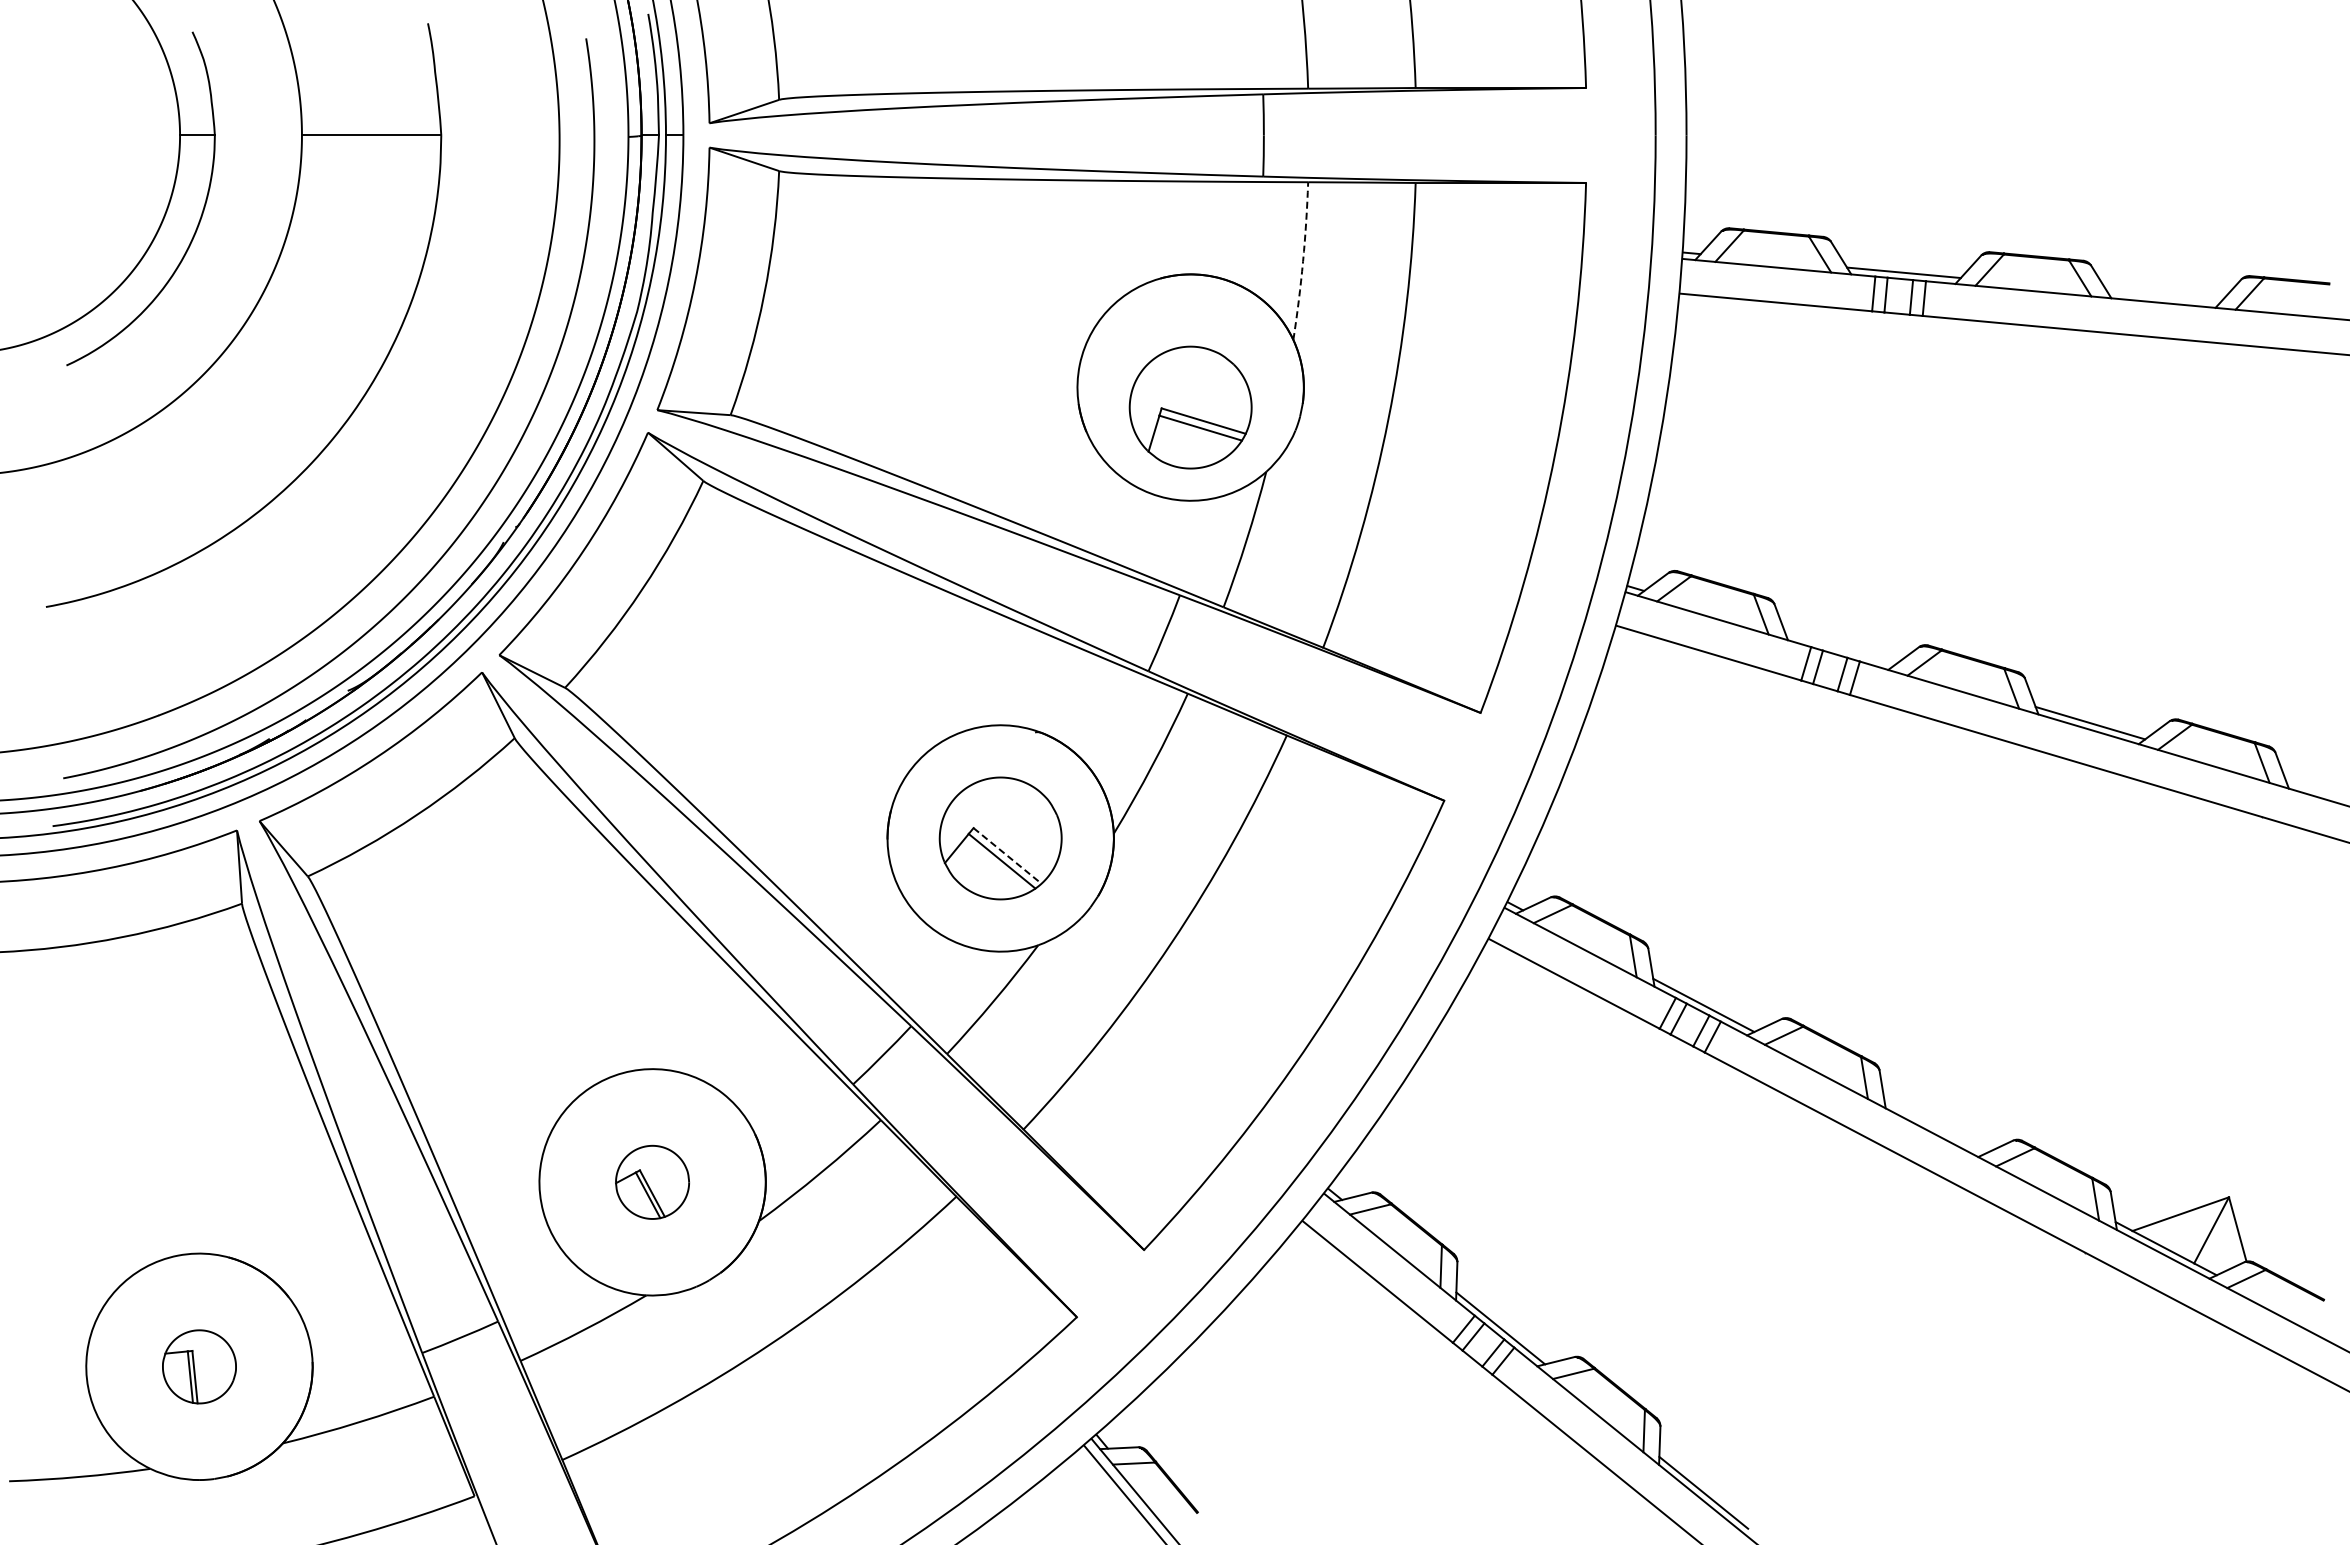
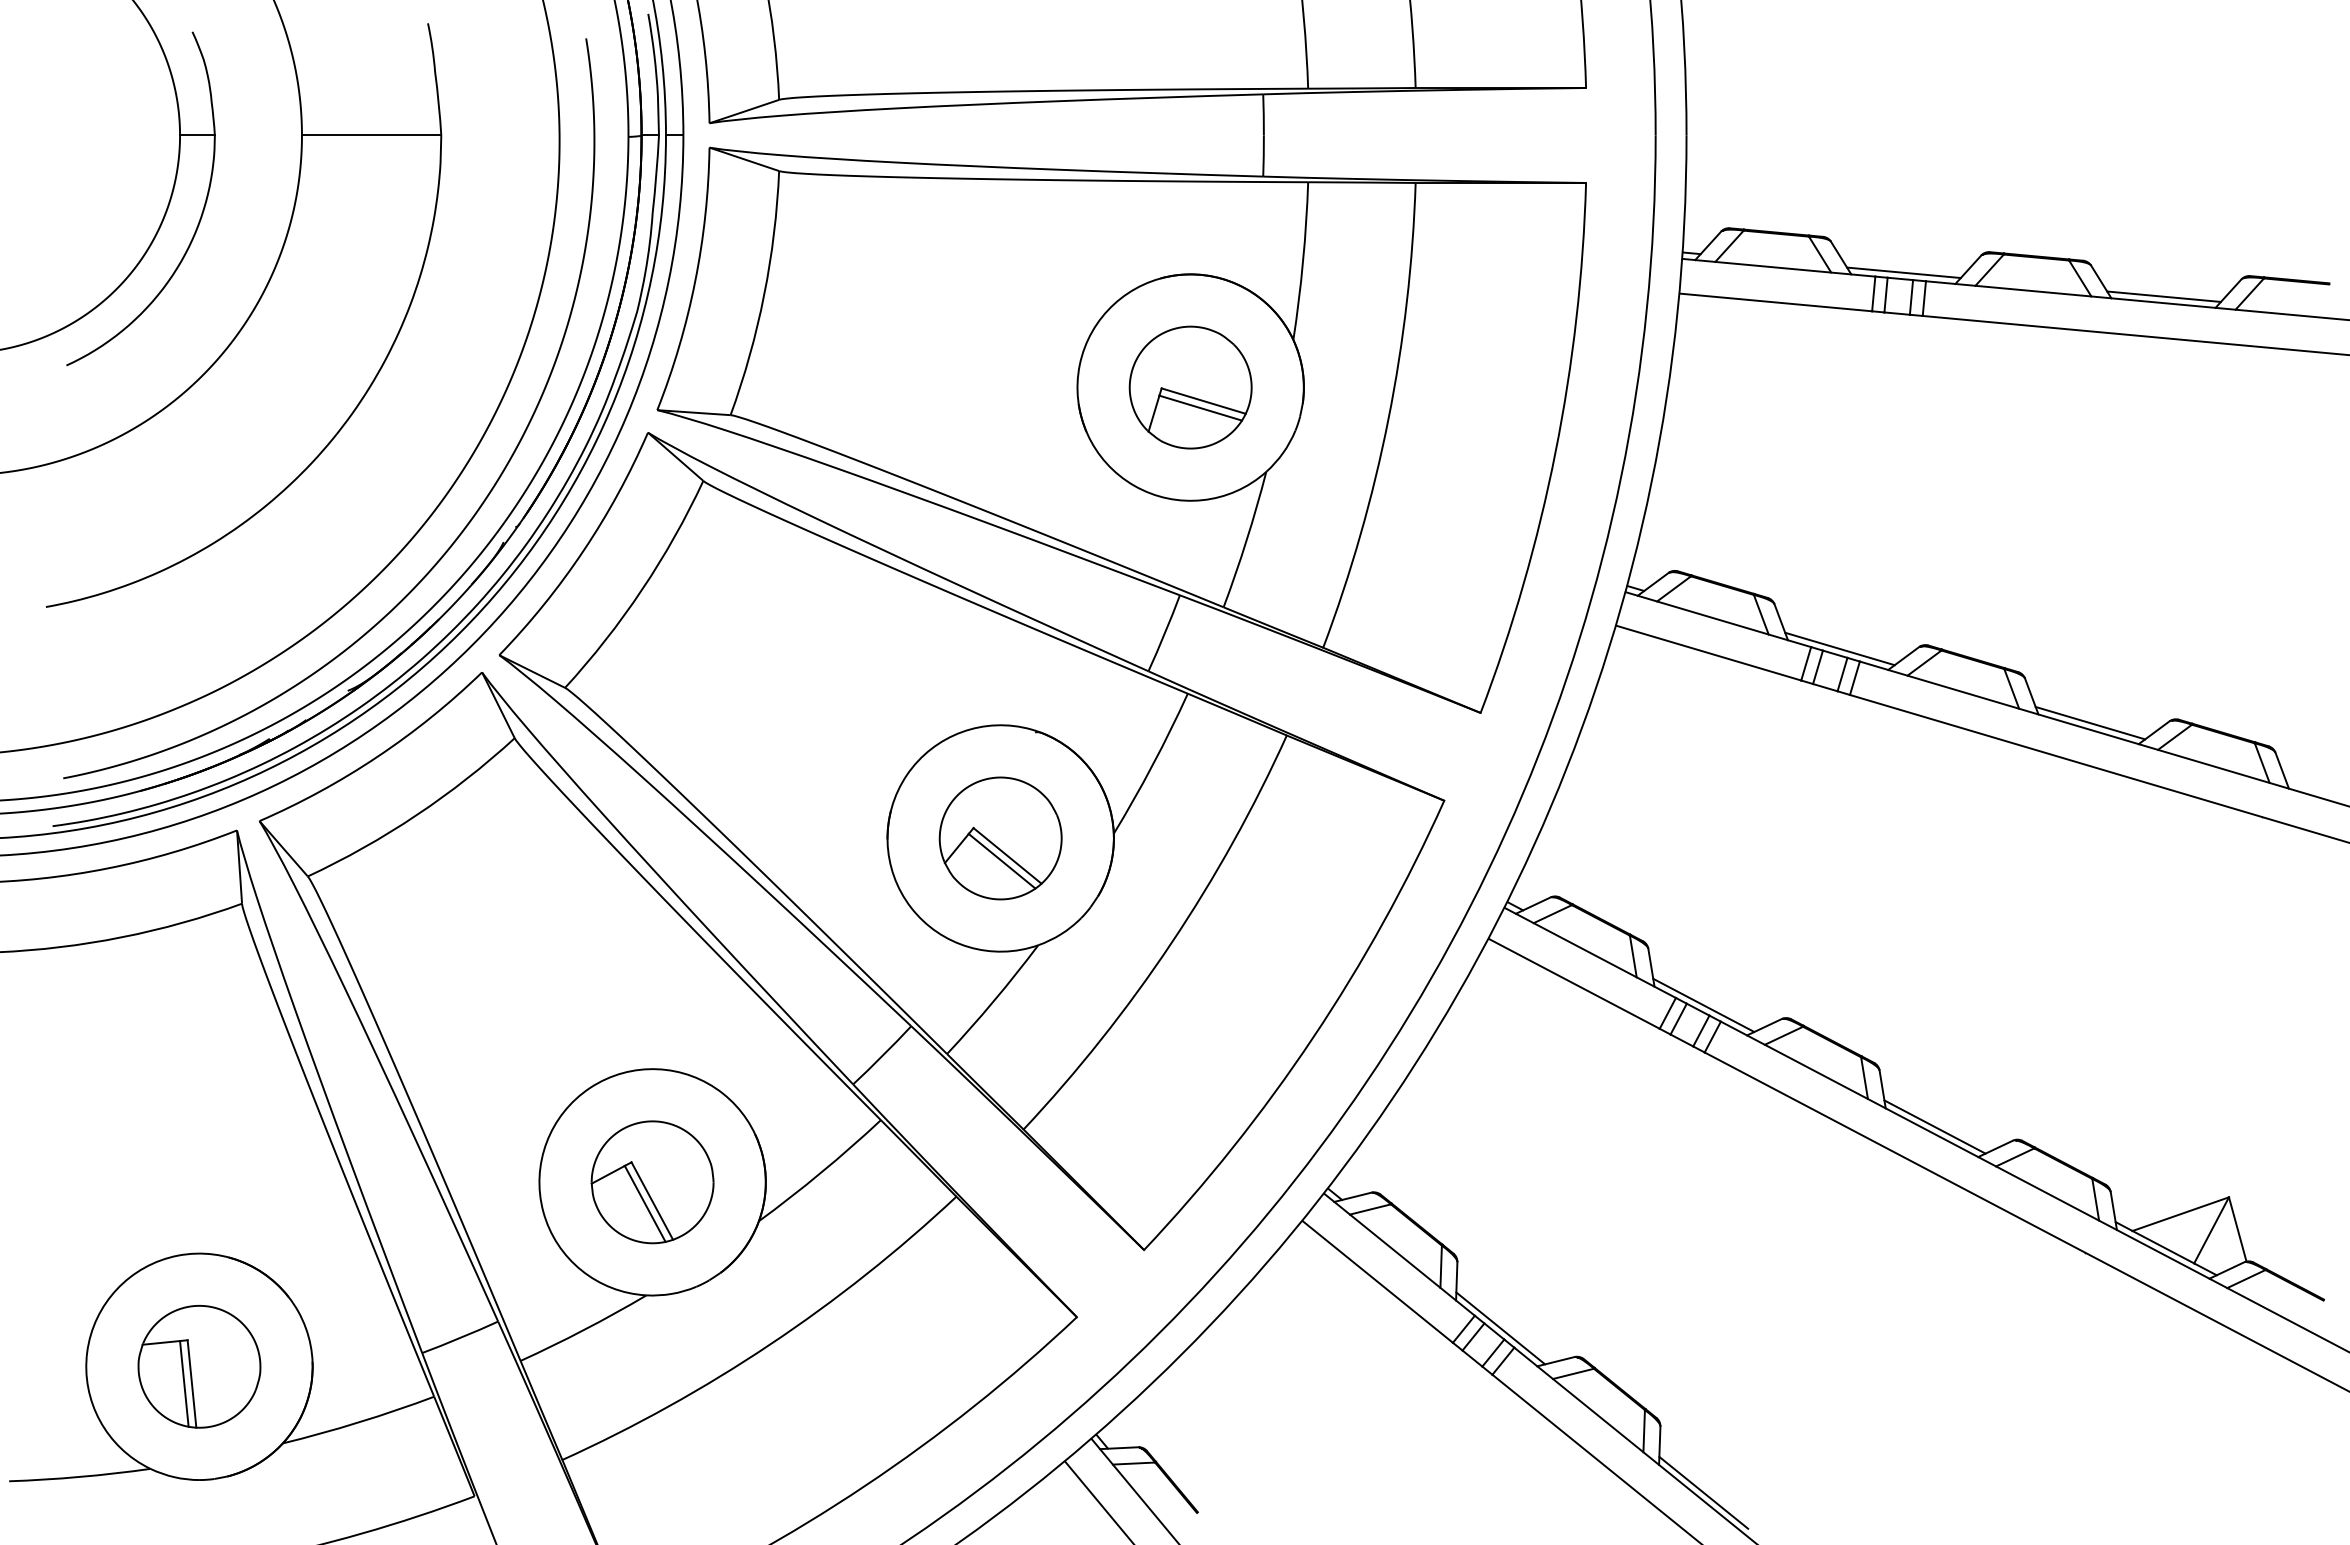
arc at (1303, 261): dashed -> solid
line at (2163, 296): none -> present
part at (1190, 407) position: (1190, 407) -> (1190, 387)
line at (1839, 648): none -> present
line at (1007, 855): dashed -> solid
line at (1934, 1126): none -> present
part at (652, 1181) size: 75x76 px -> 125x125 px
part at (199, 1366) size: 75x76 px -> 125x124 px
line at (1123, 1493) position: (1123, 1493) -> (1098, 1501)
